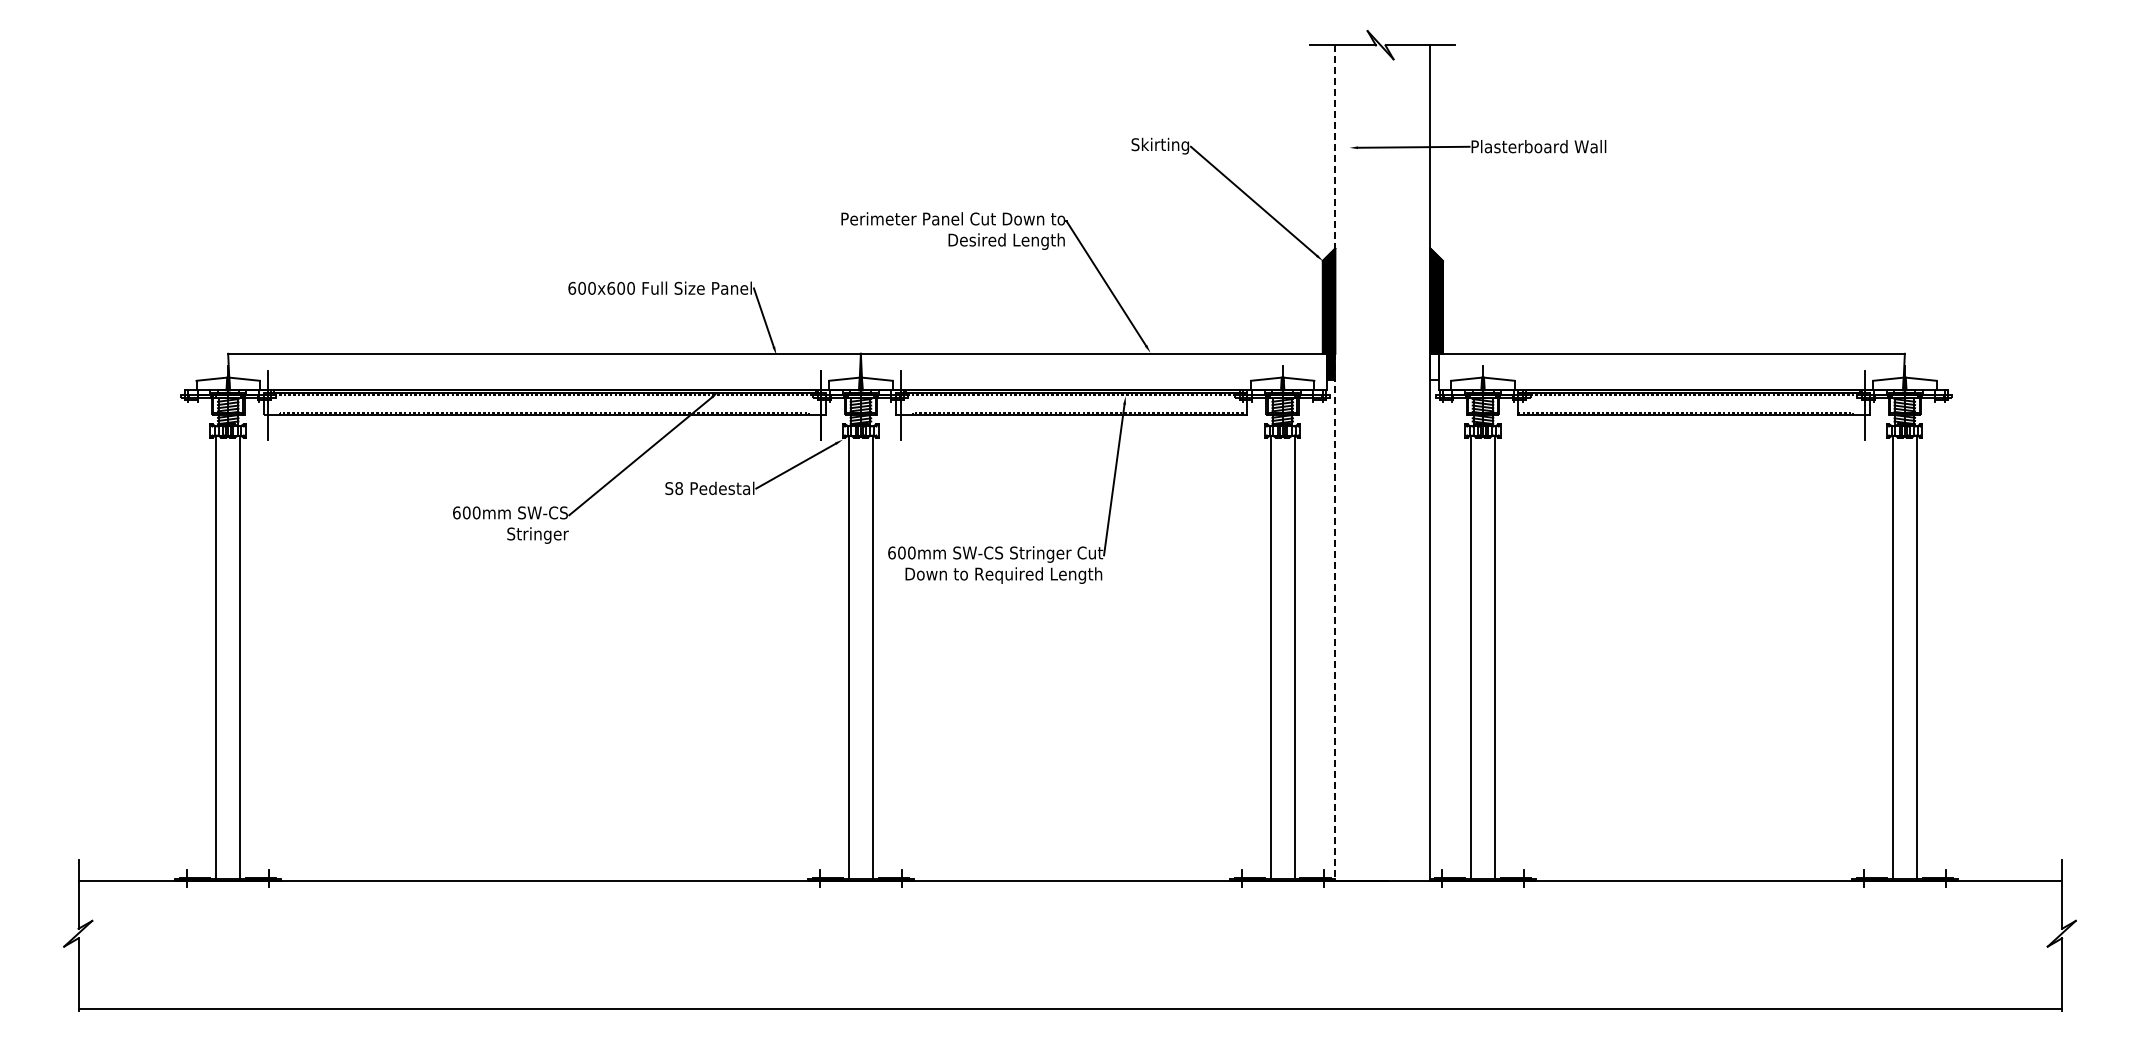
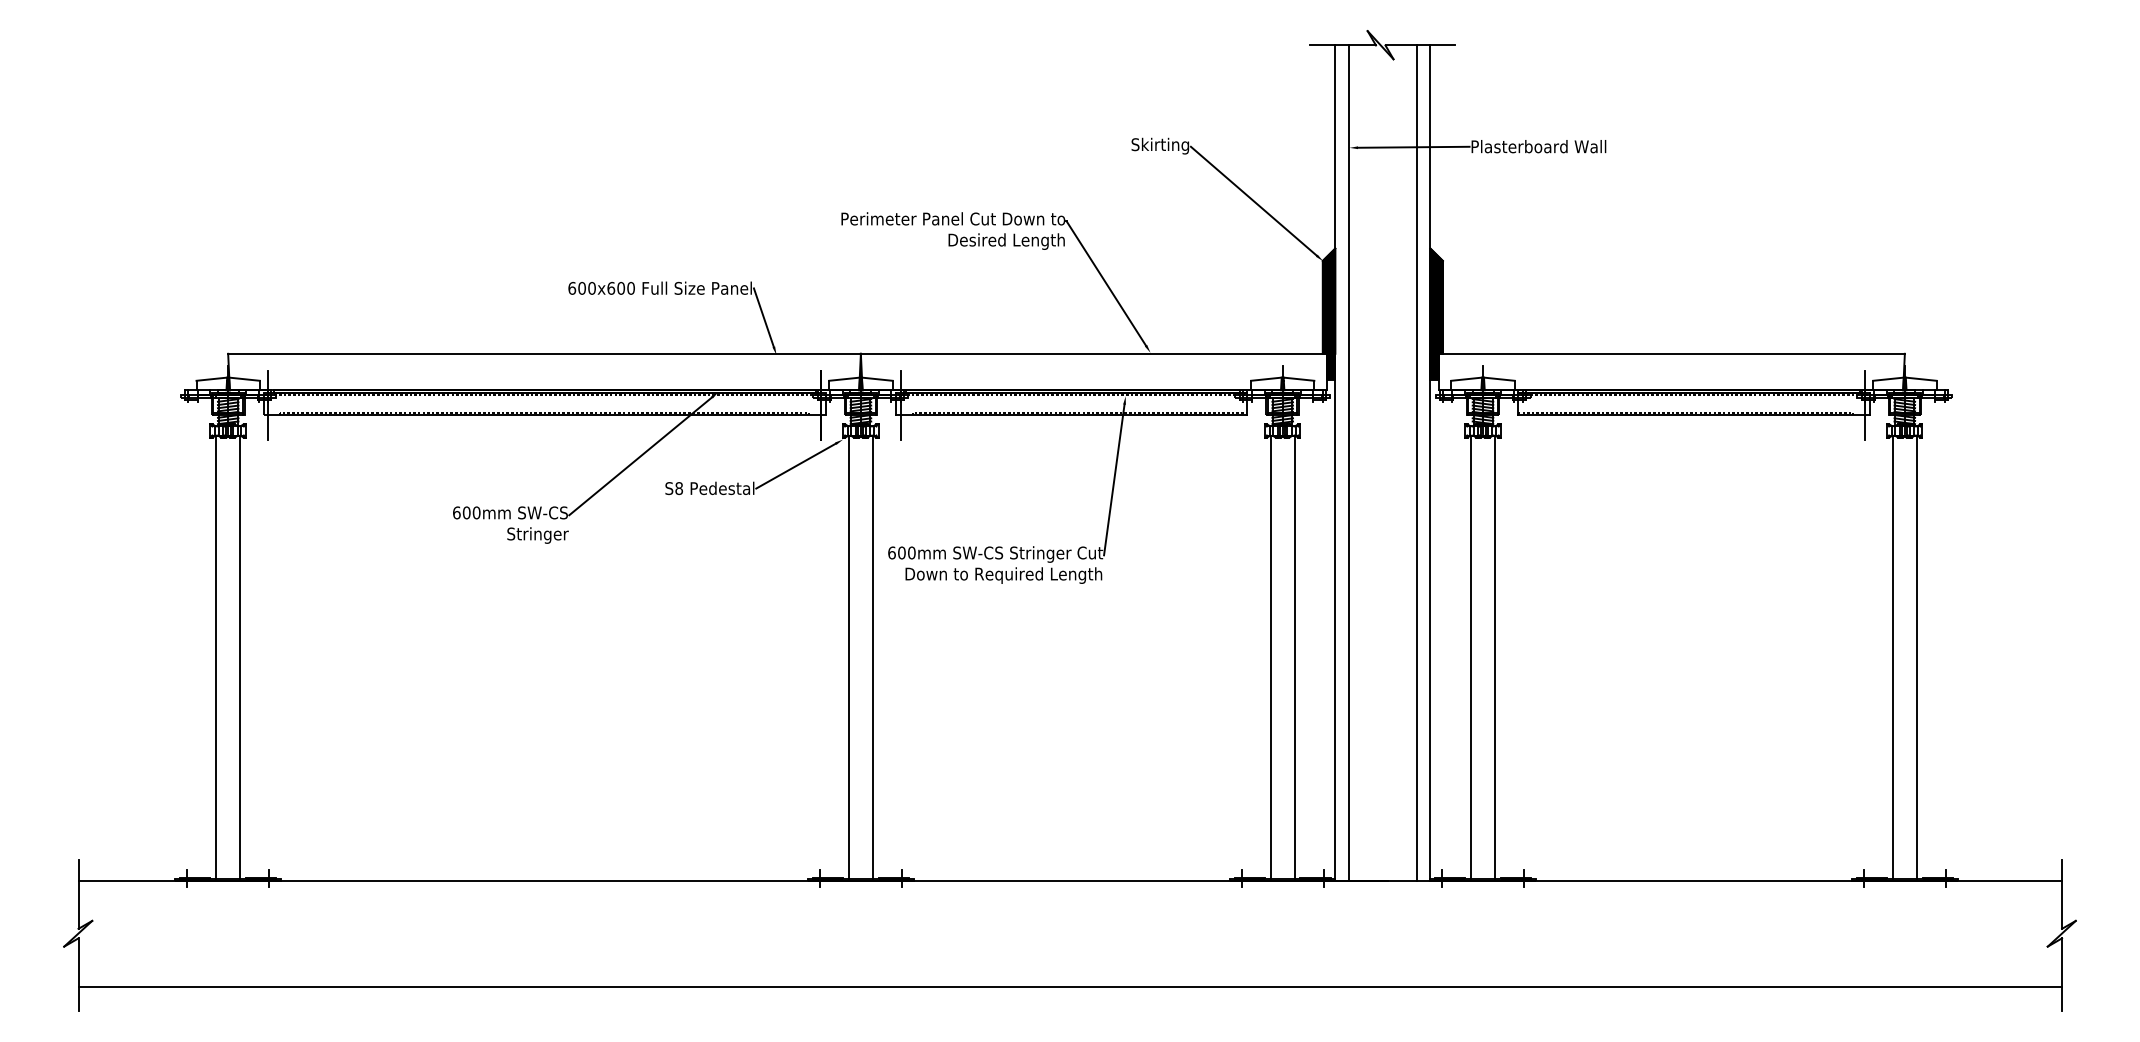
fill at (1434, 366): none -> present
line at (1335, 463): dashed -> solid
line at (1349, 463): none -> present
line at (1416, 463): none -> present
line at (1070, 1008) position: (1070, 1008) -> (1070, 986)
